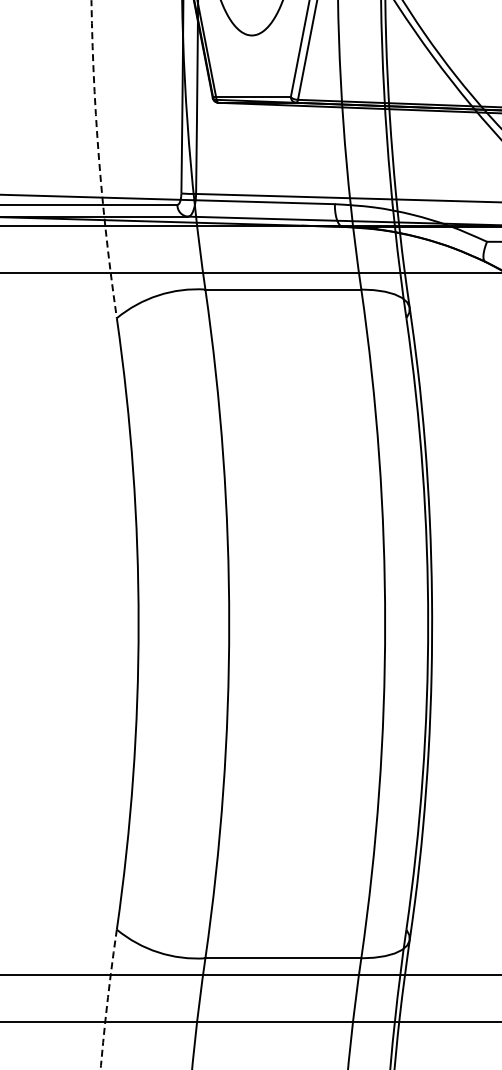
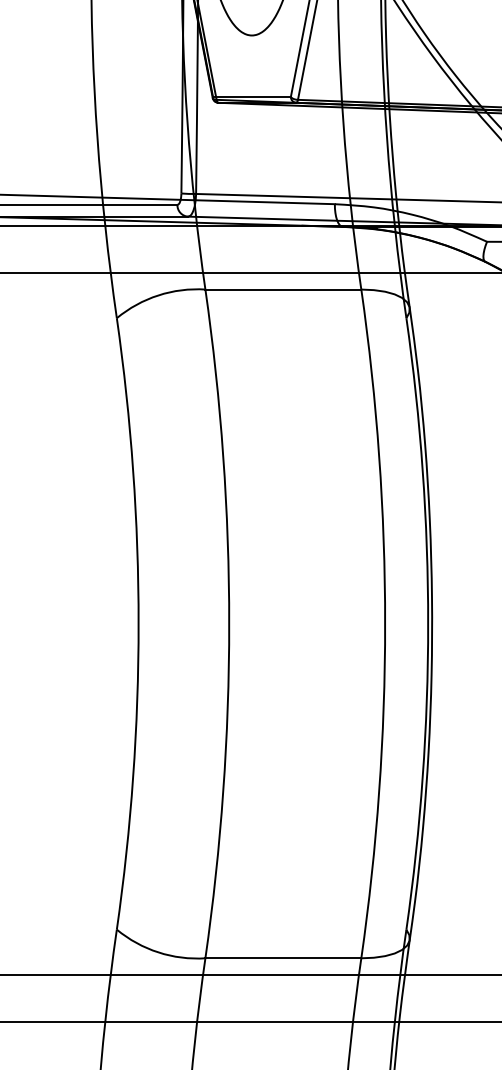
arc at (99, 159): dashed -> solid
arc at (107, 1000): dashed -> solid
